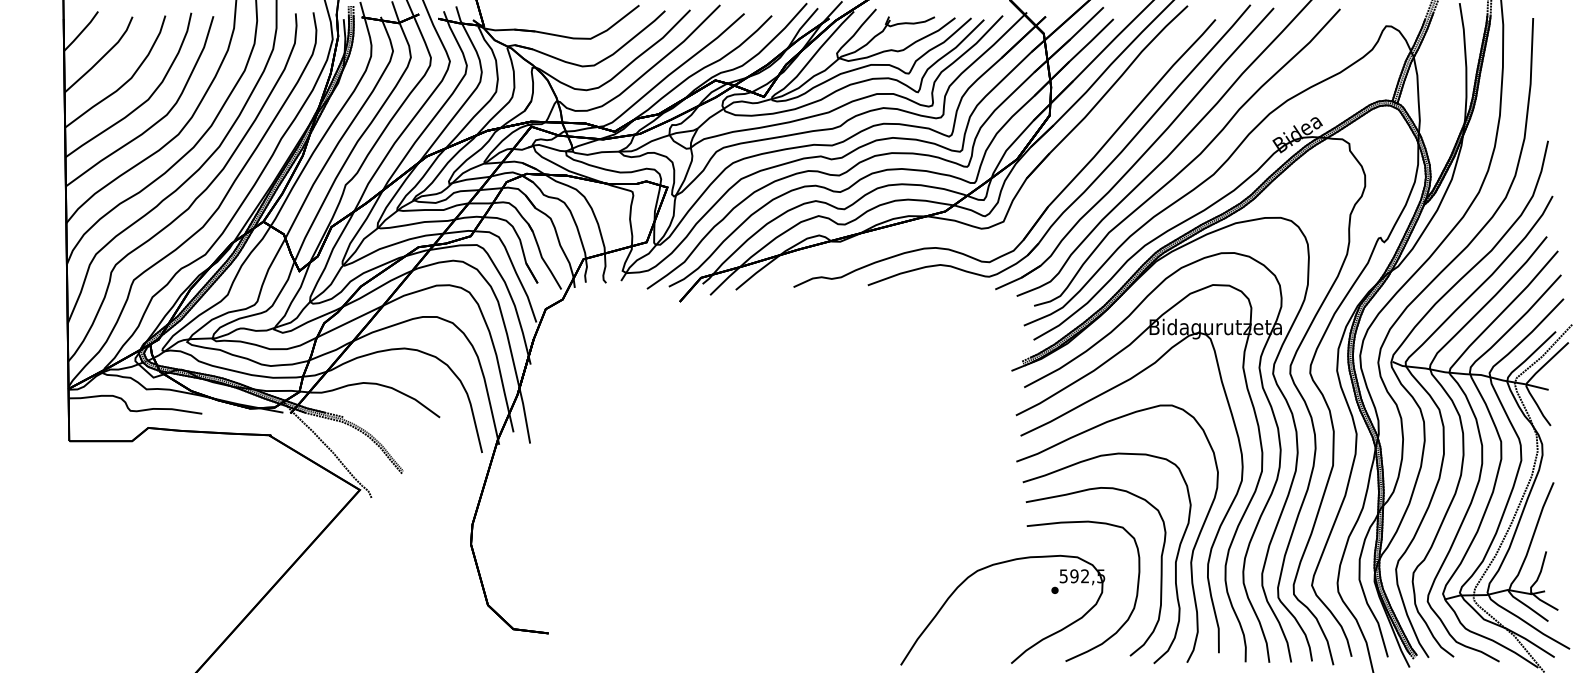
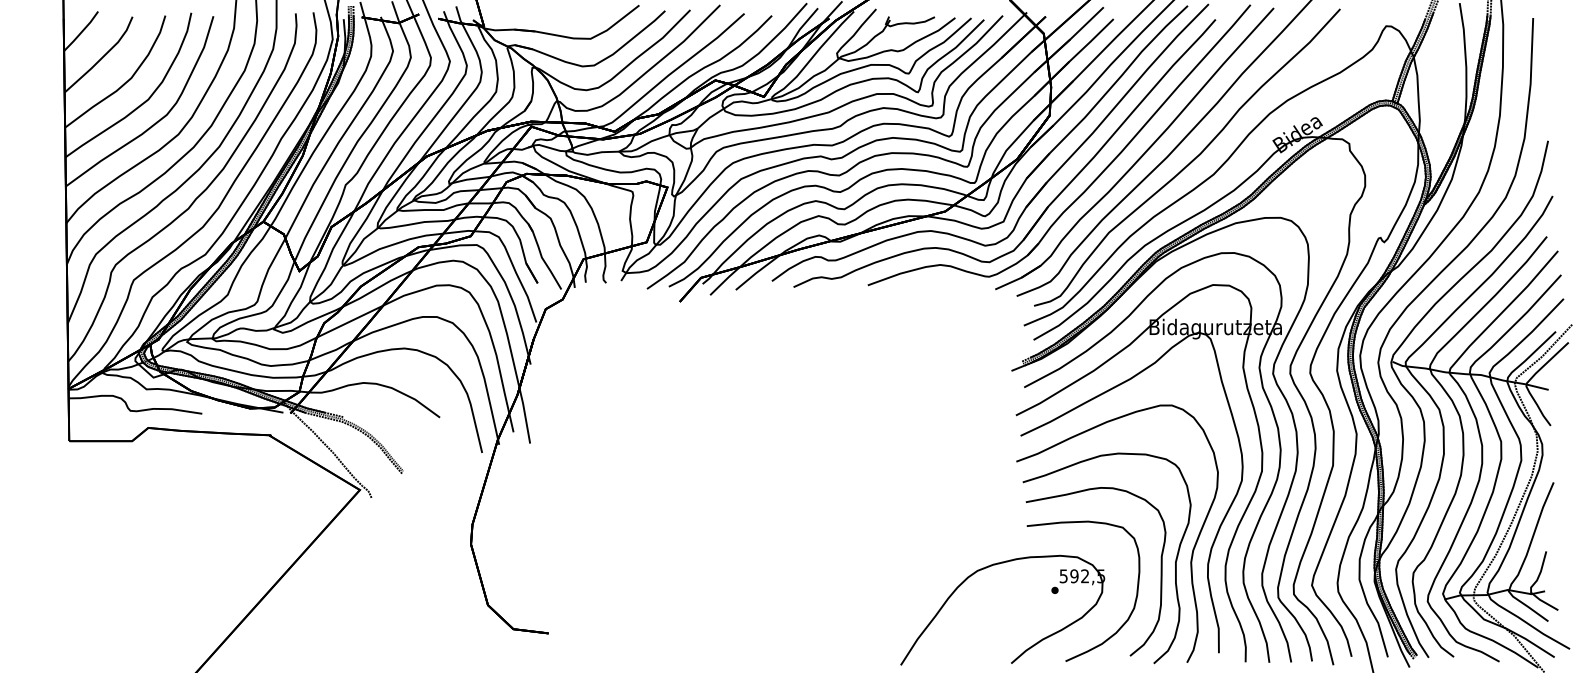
part at (1042, 185): none -> present
